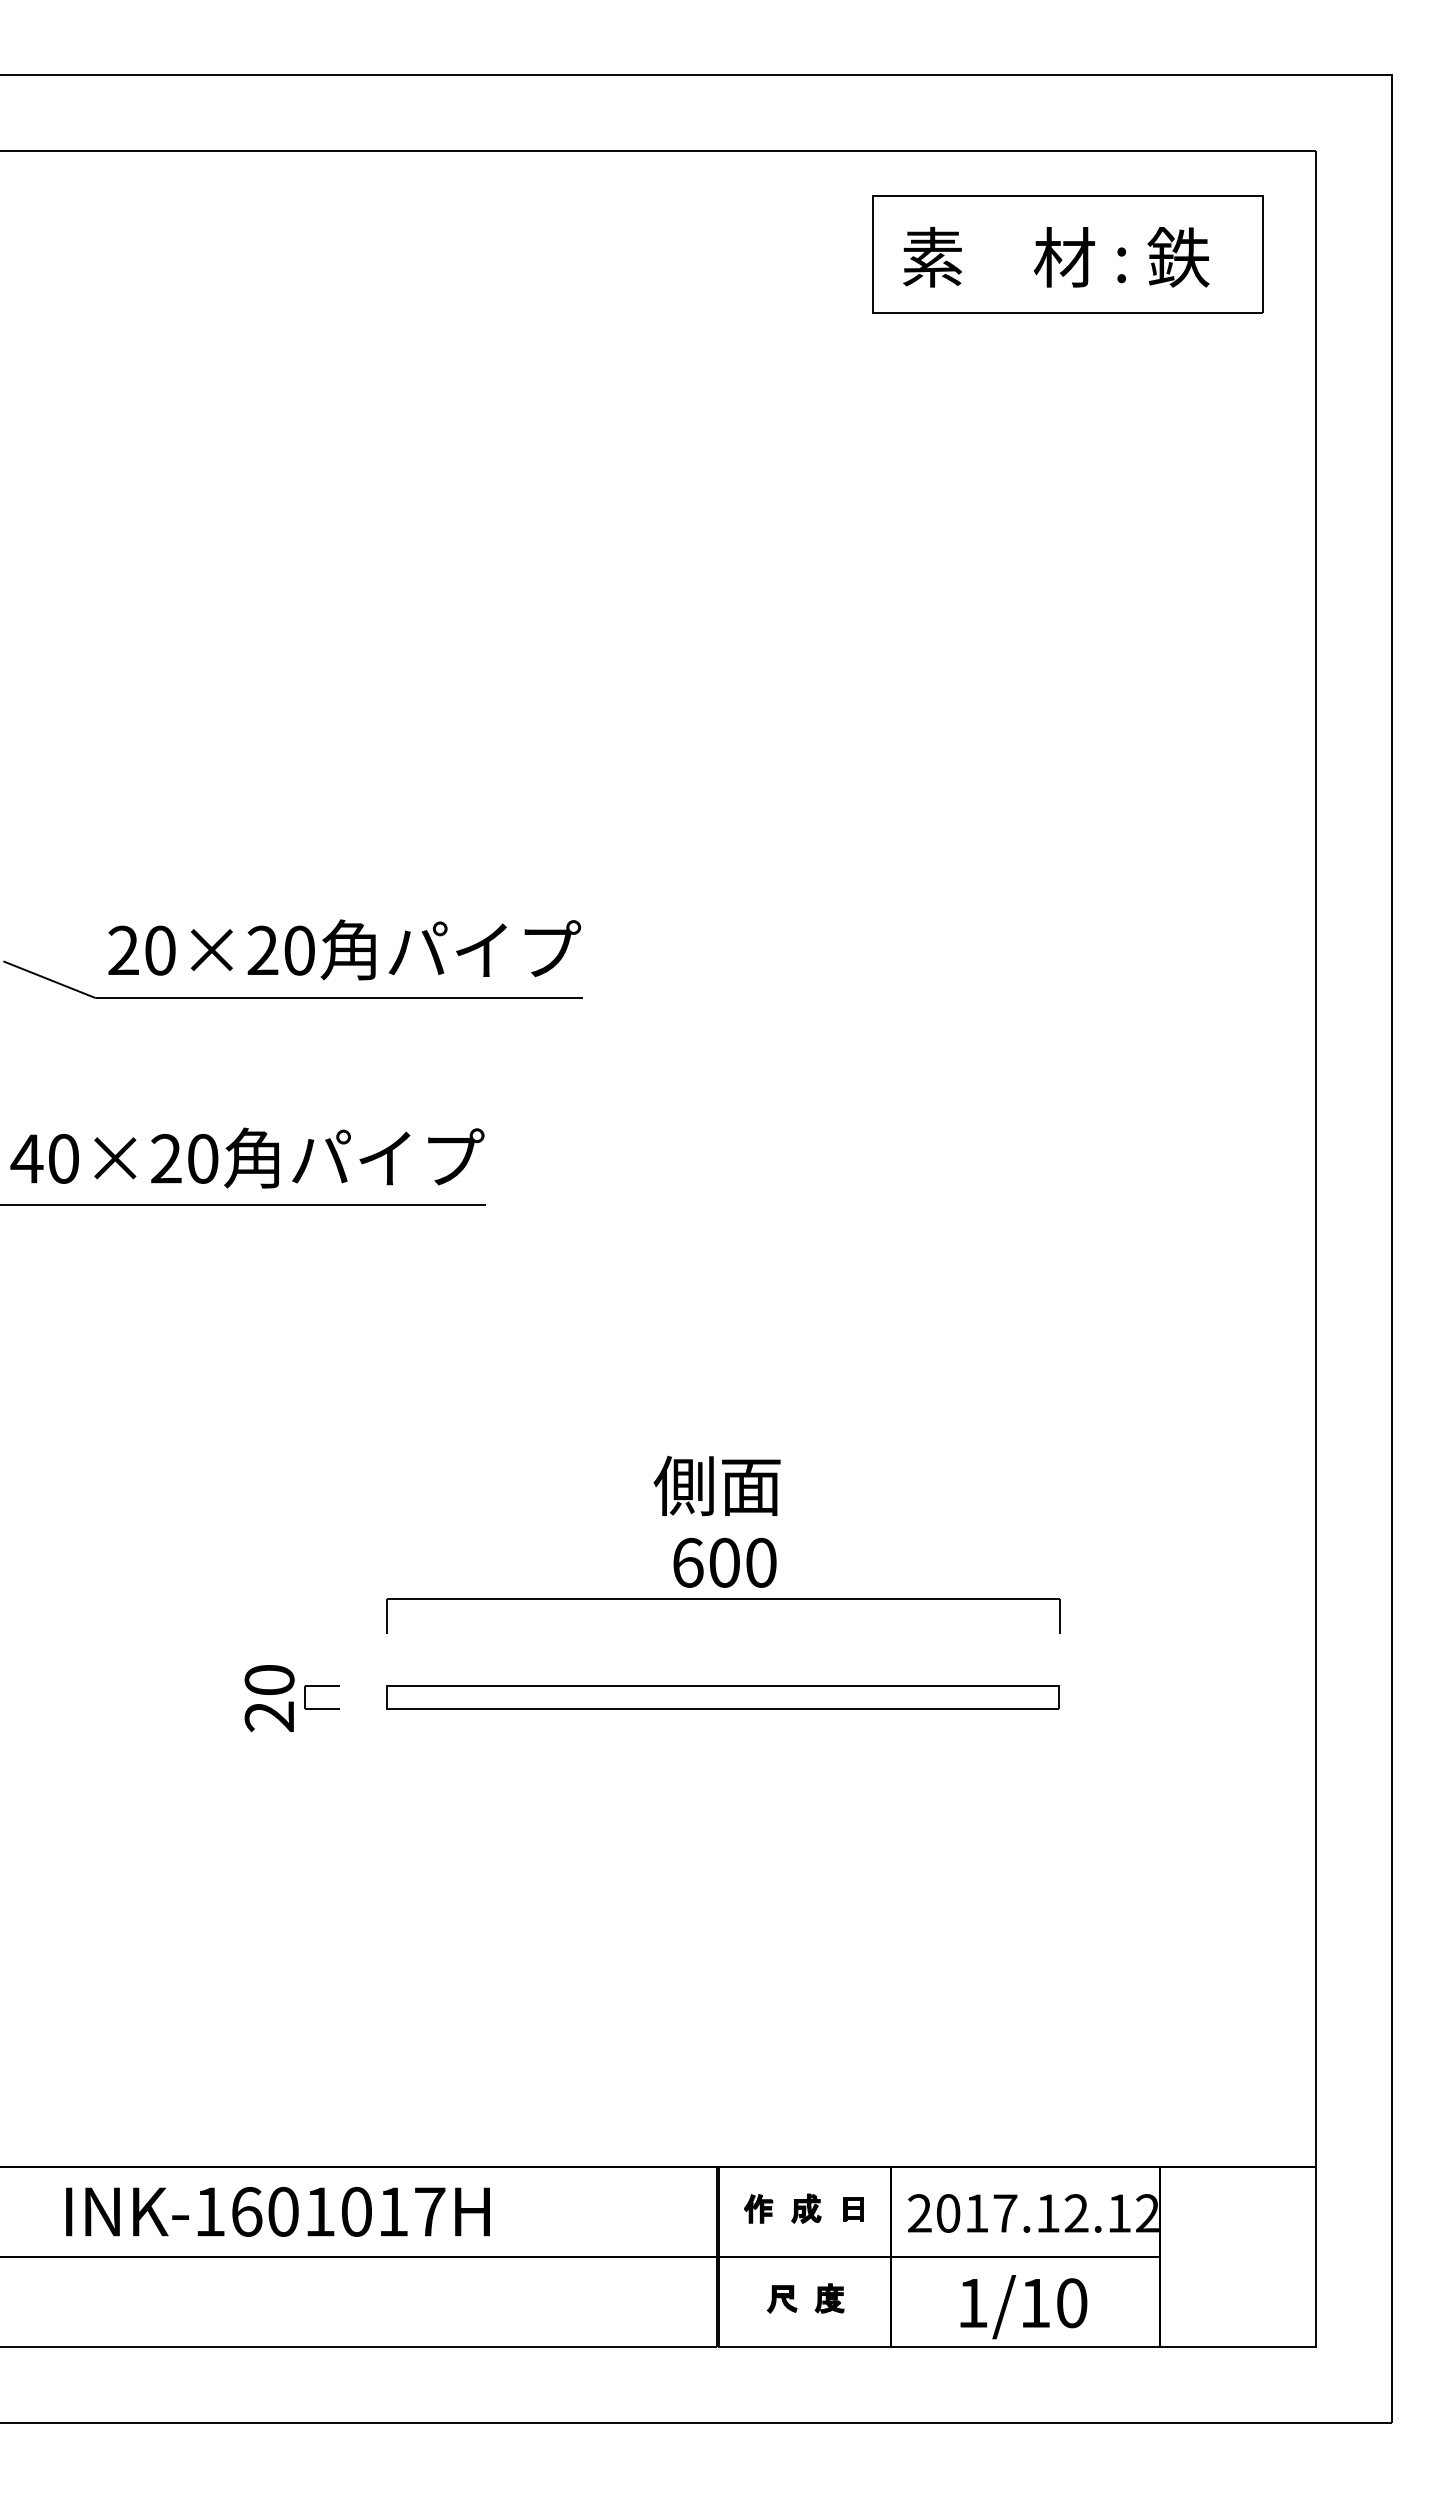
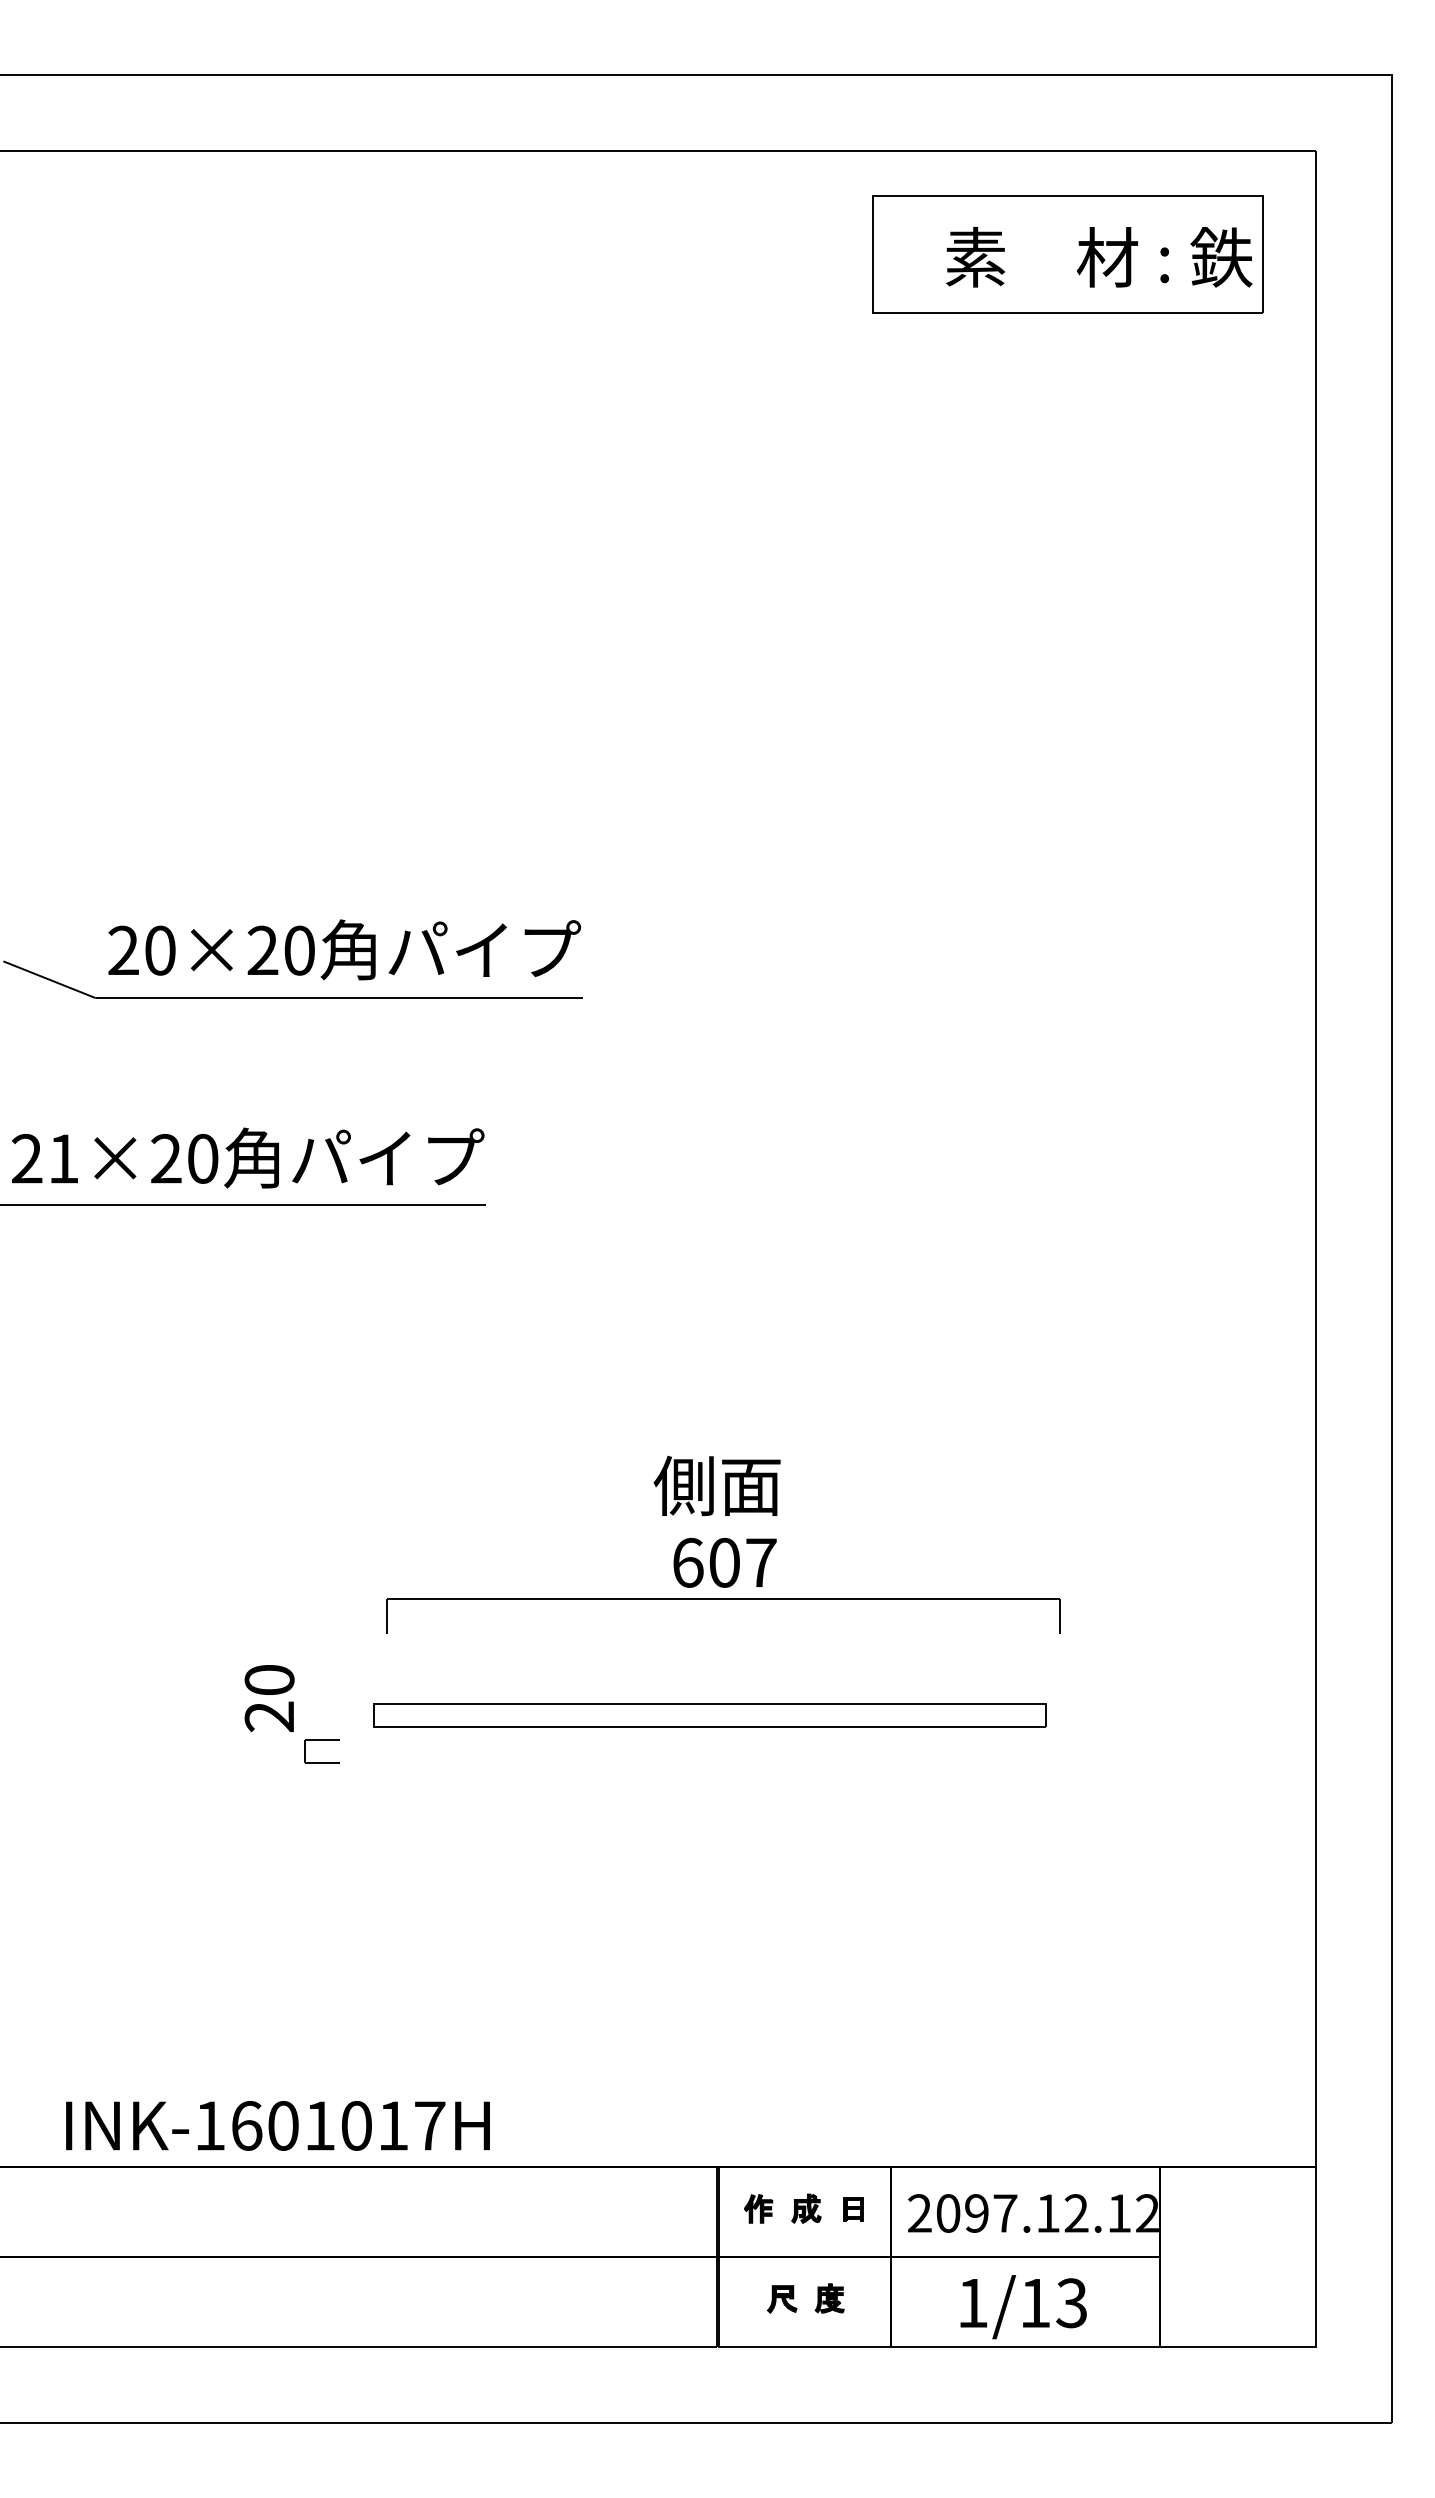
text at (1056, 257) position: (1056, 257) -> (1099, 257)
text at (44, 1158): 40×20 -> 21×20
text at (761, 1562): 600 -> 607
part at (321, 1686) position: (321, 1686) -> (321, 1740)
part at (722, 1697) position: (722, 1697) -> (709, 1715)
text at (277, 2211) position: (277, 2211) -> (277, 2125)
text at (976, 2213): 2017.12.12 -> 2097.12.12
text at (1071, 2303): 1/10 -> 1/13
